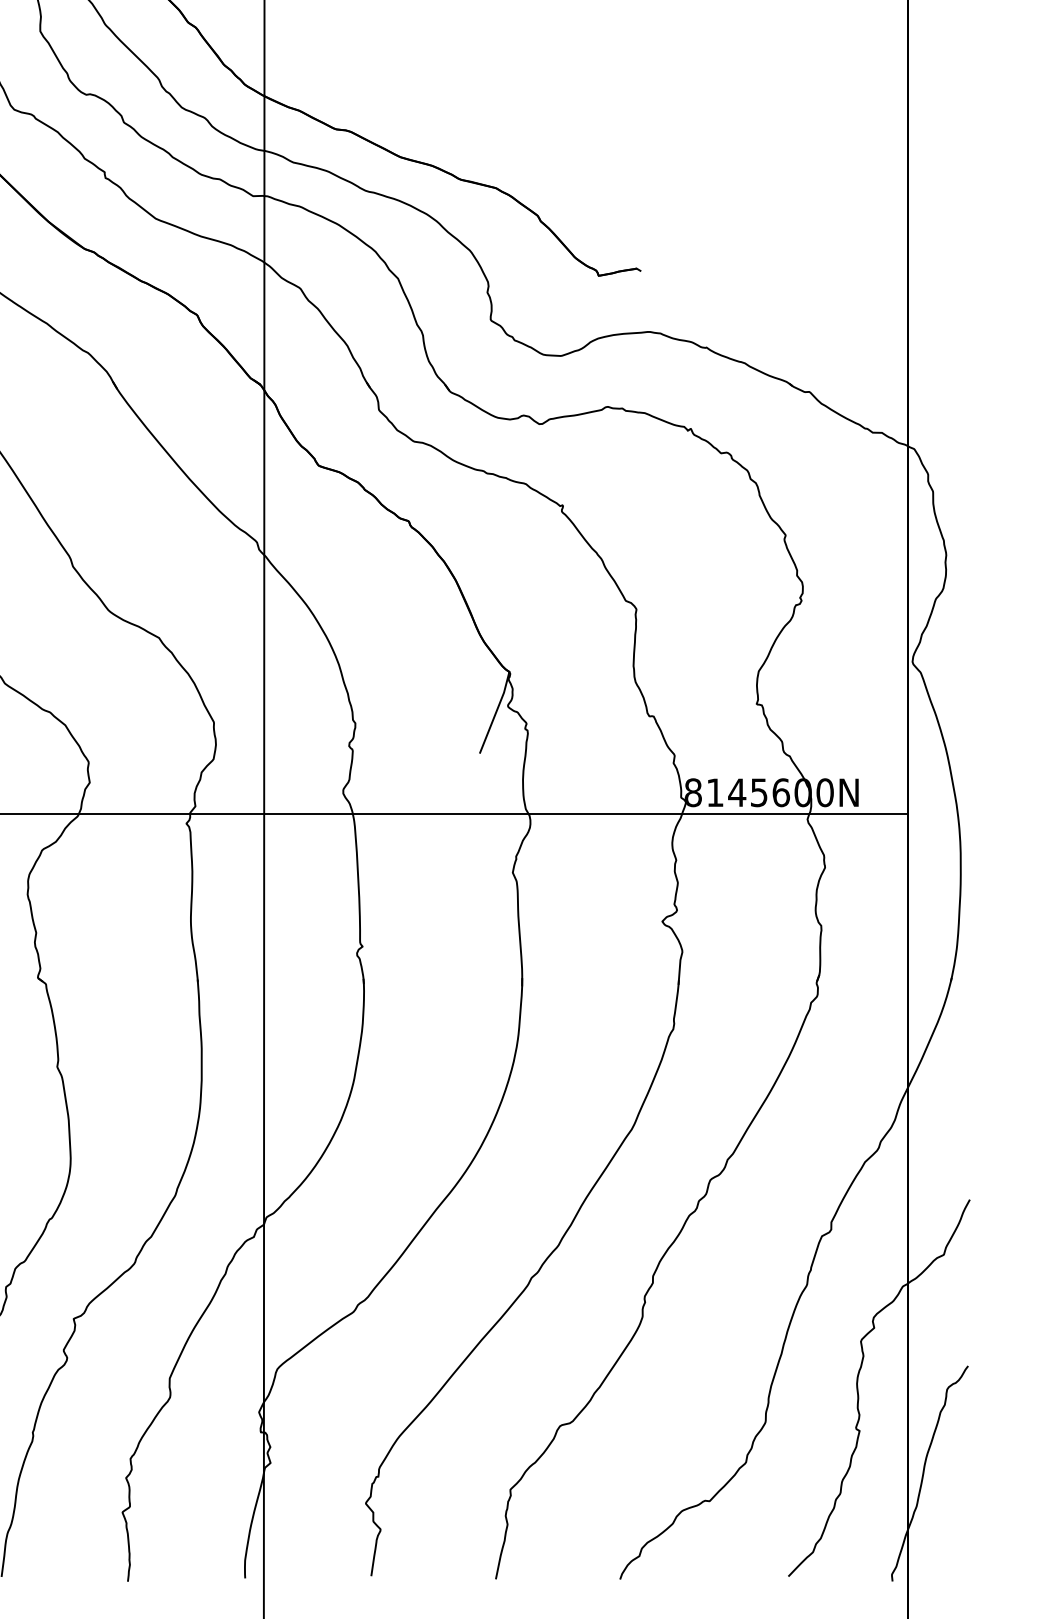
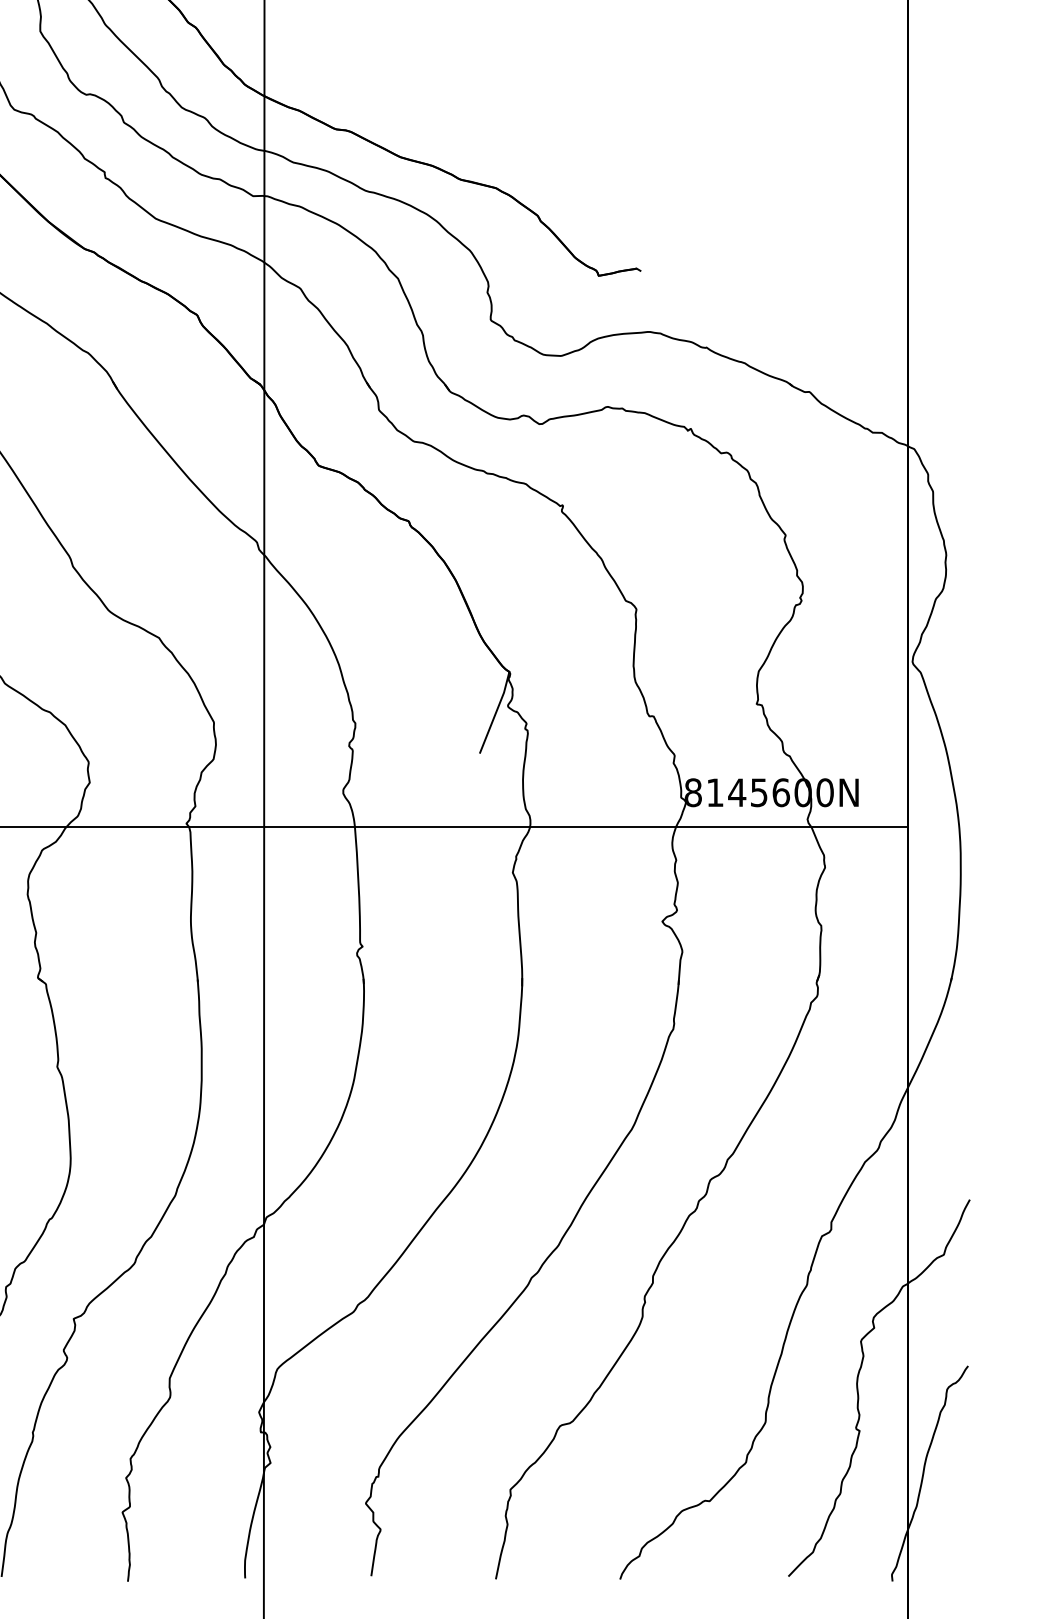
line at (454, 813) position: (454, 813) -> (454, 826)
